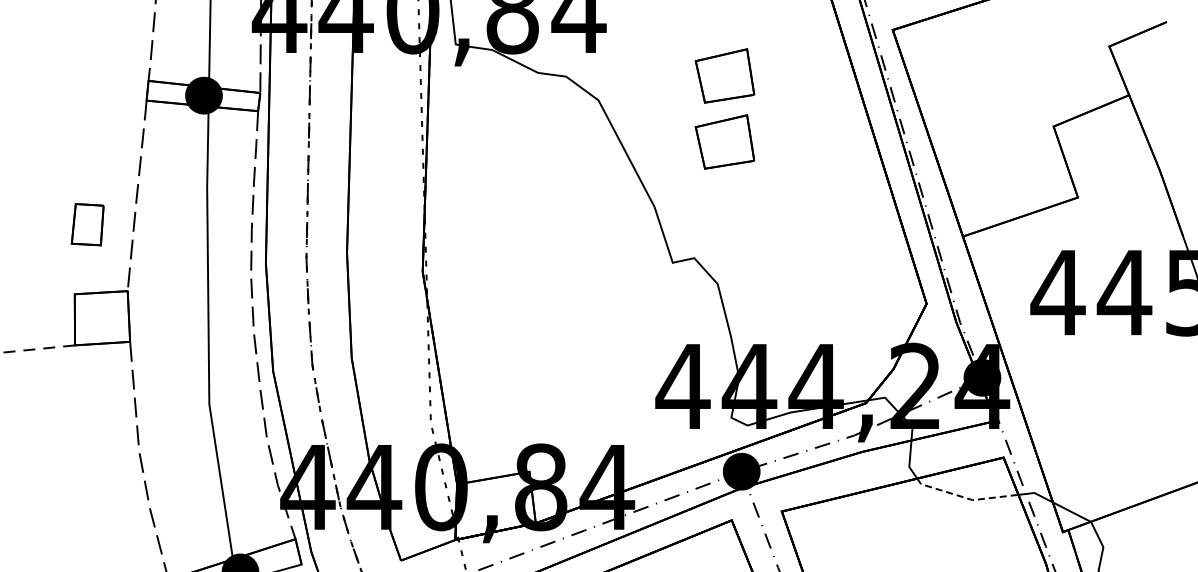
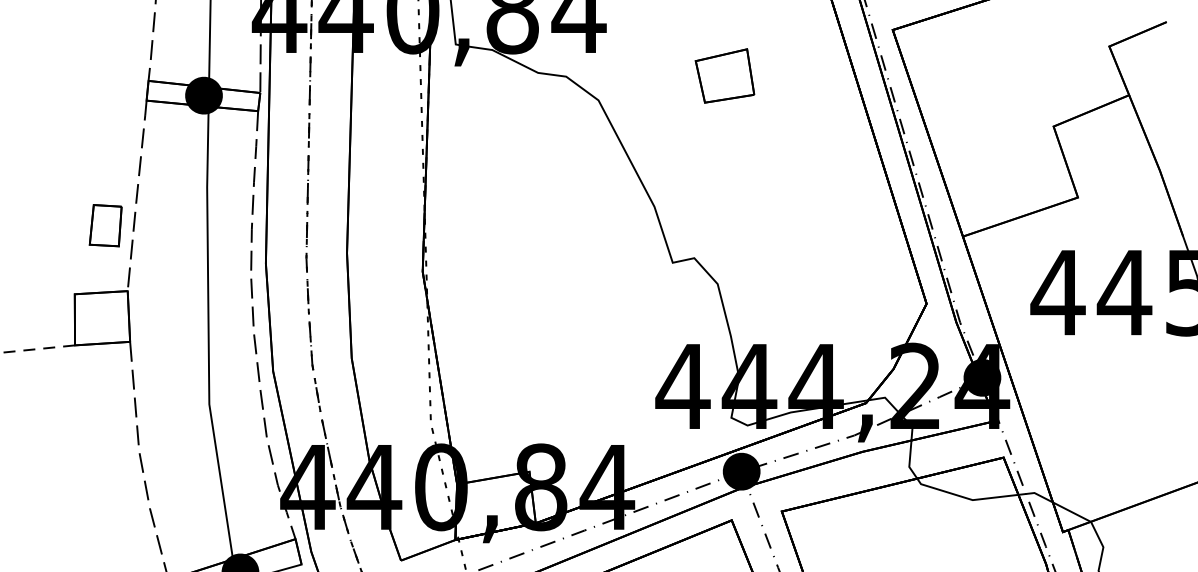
part at (724, 141): present -> none
part at (87, 224) position: (87, 224) -> (105, 225)
line at (966, 498): dashed -> solid
